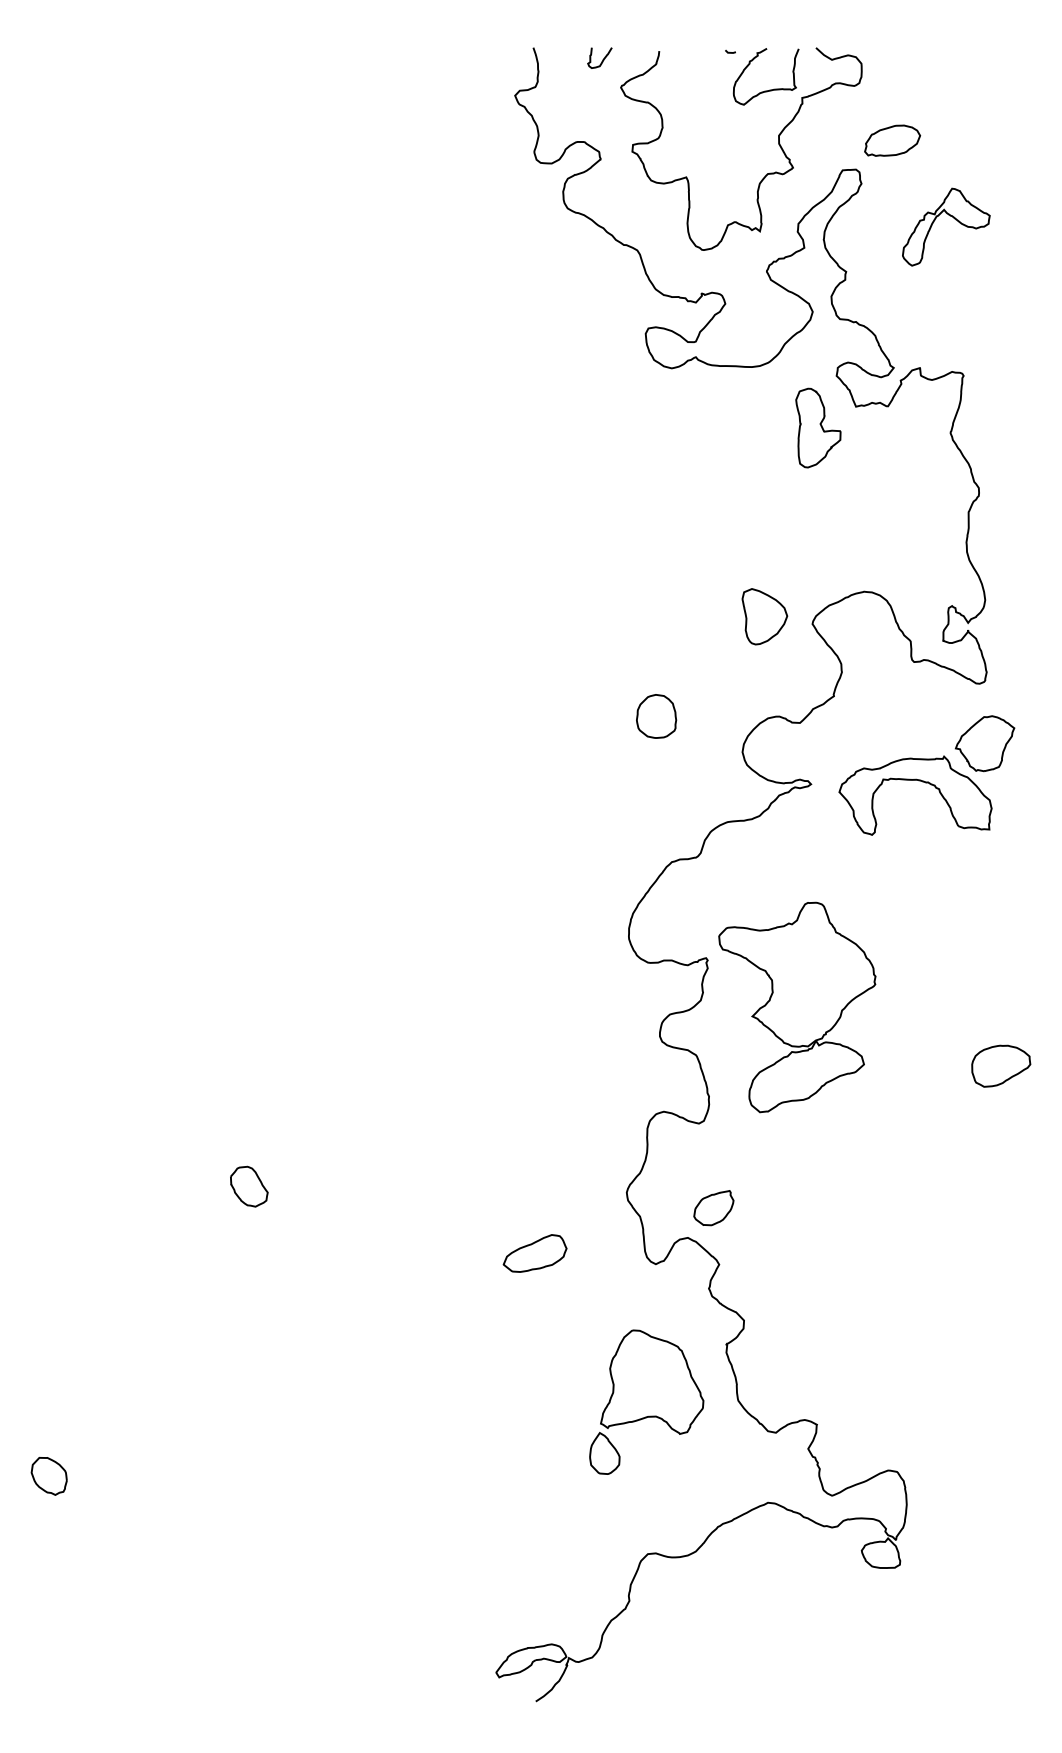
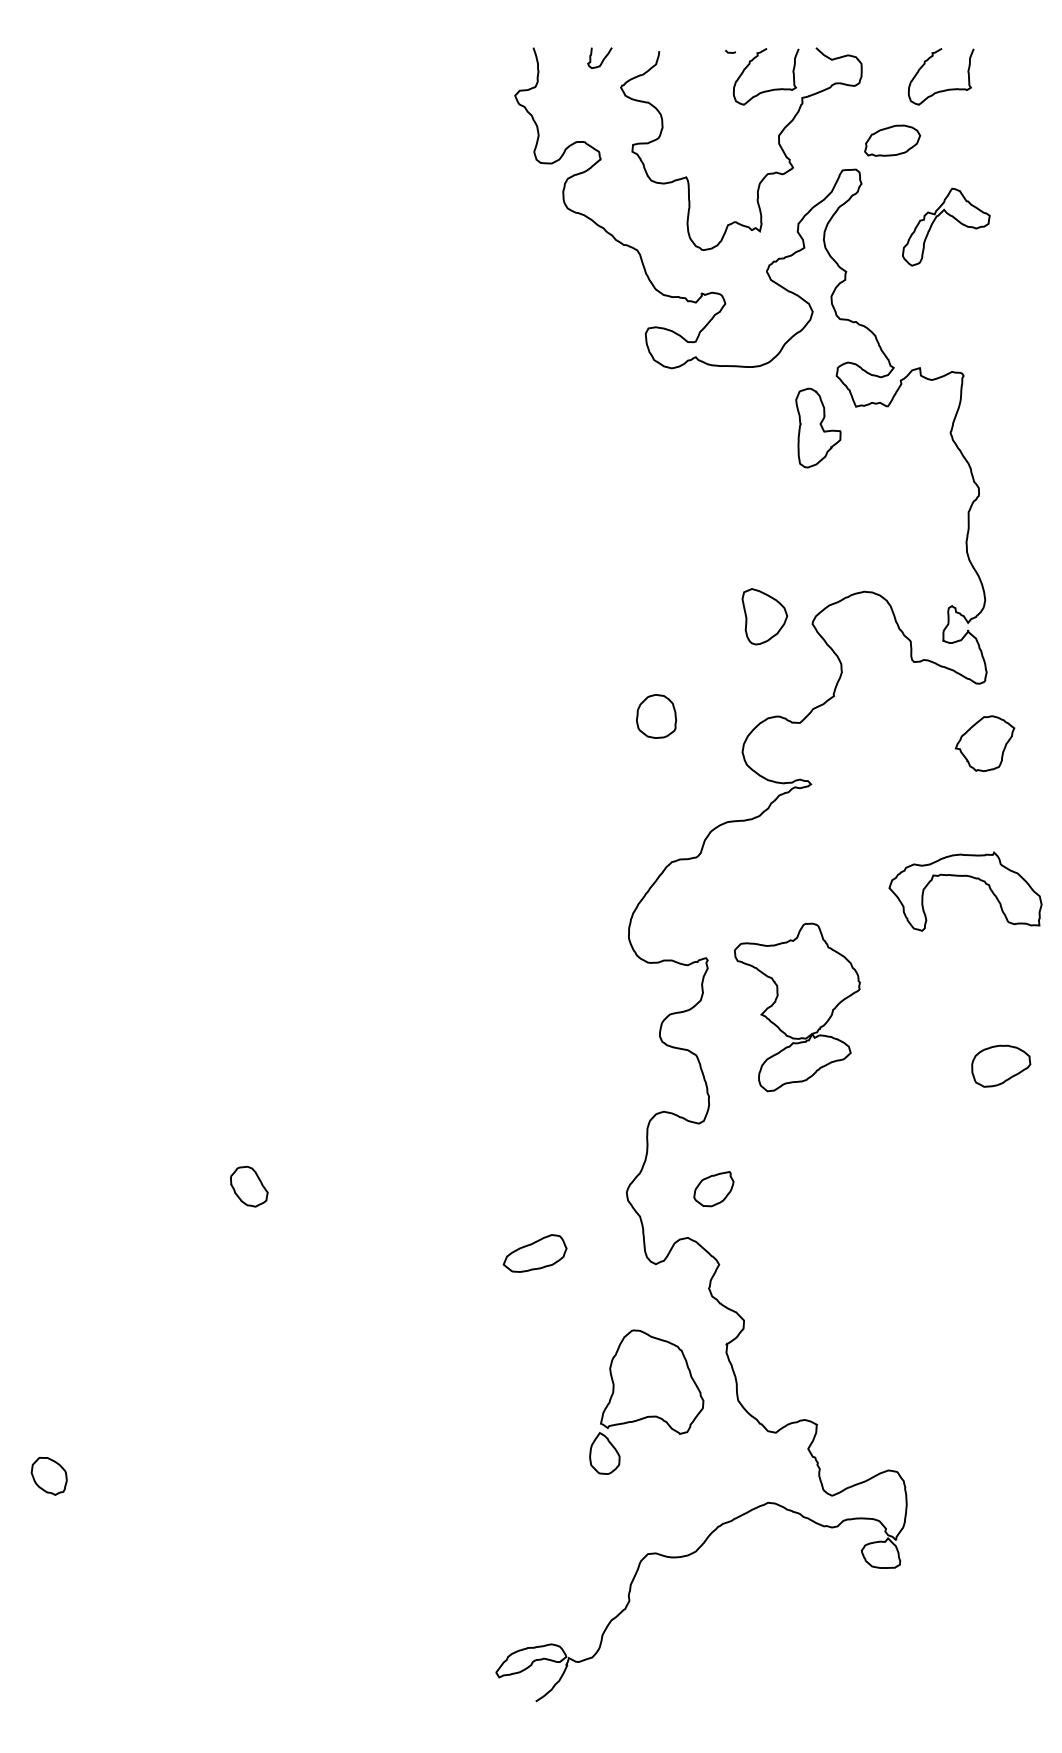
curve at (944, 89): none -> present
part at (918, 781) position: (918, 781) -> (968, 877)
part at (797, 1007) size: 159x213 px -> 127x171 px
part at (713, 1208) position: (713, 1208) -> (713, 1189)
